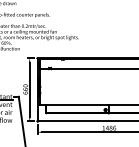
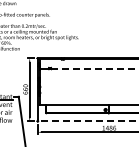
line at (95, 68): solid -> dashed
line at (87, 121): solid -> dashed
